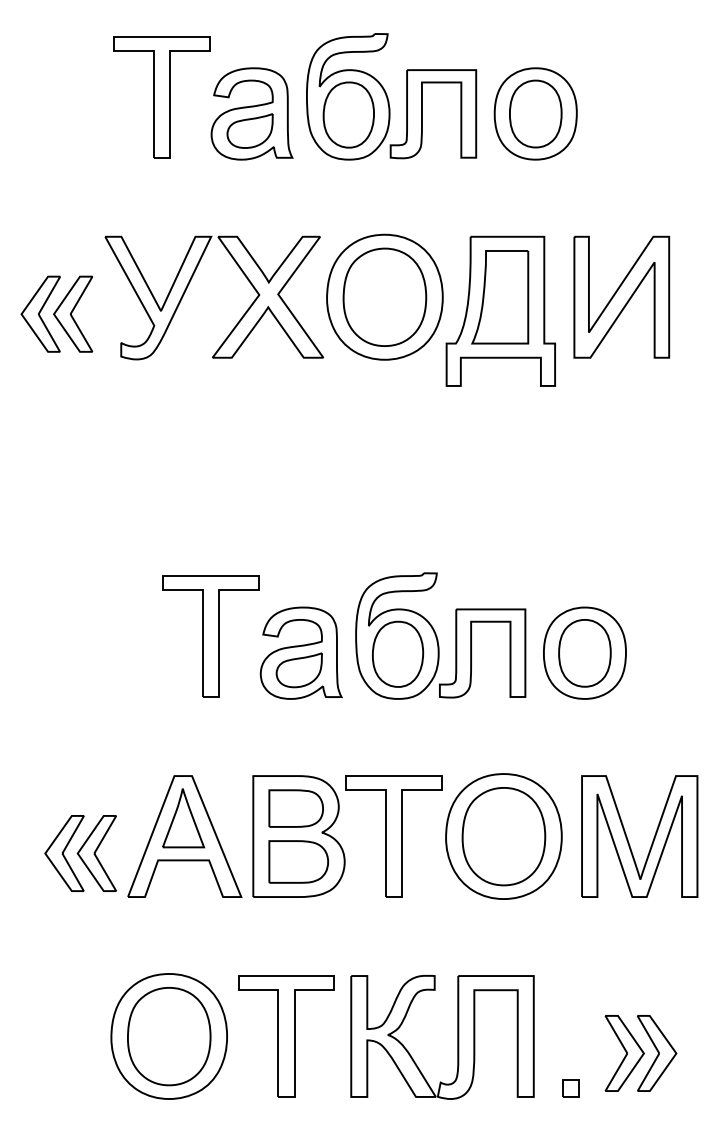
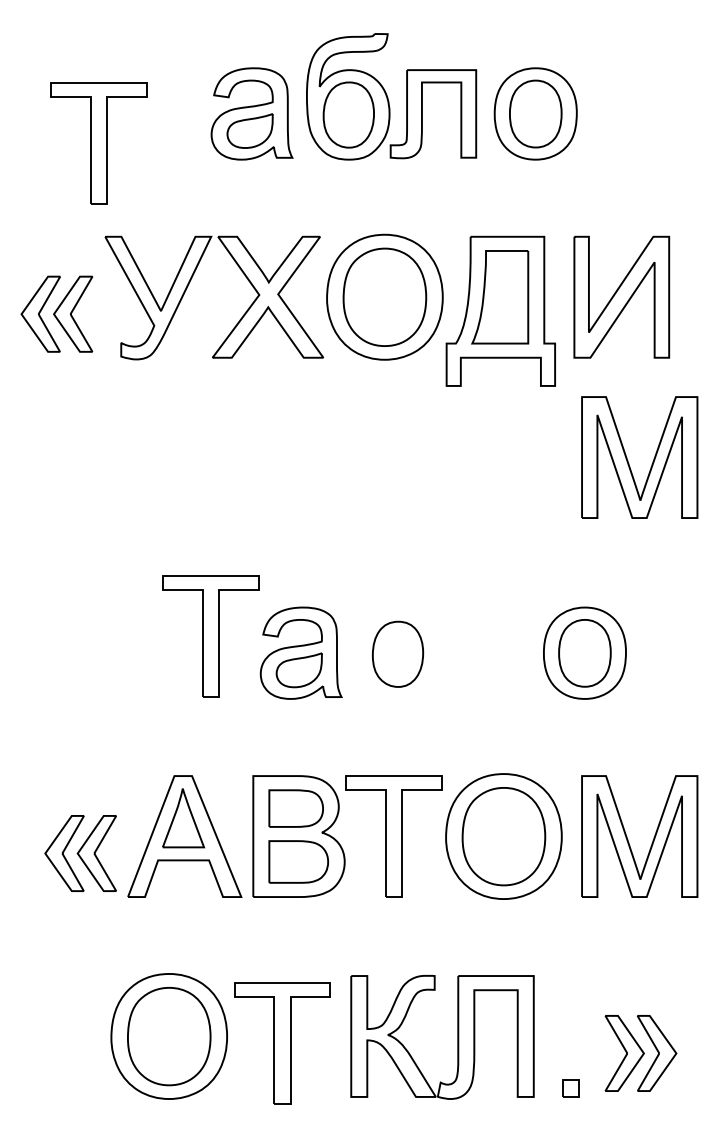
part at (161, 97) position: (161, 97) -> (98, 143)
part at (628, 460): none -> present
part at (440, 635): present -> none
part at (286, 1036) position: (286, 1036) -> (282, 1043)
